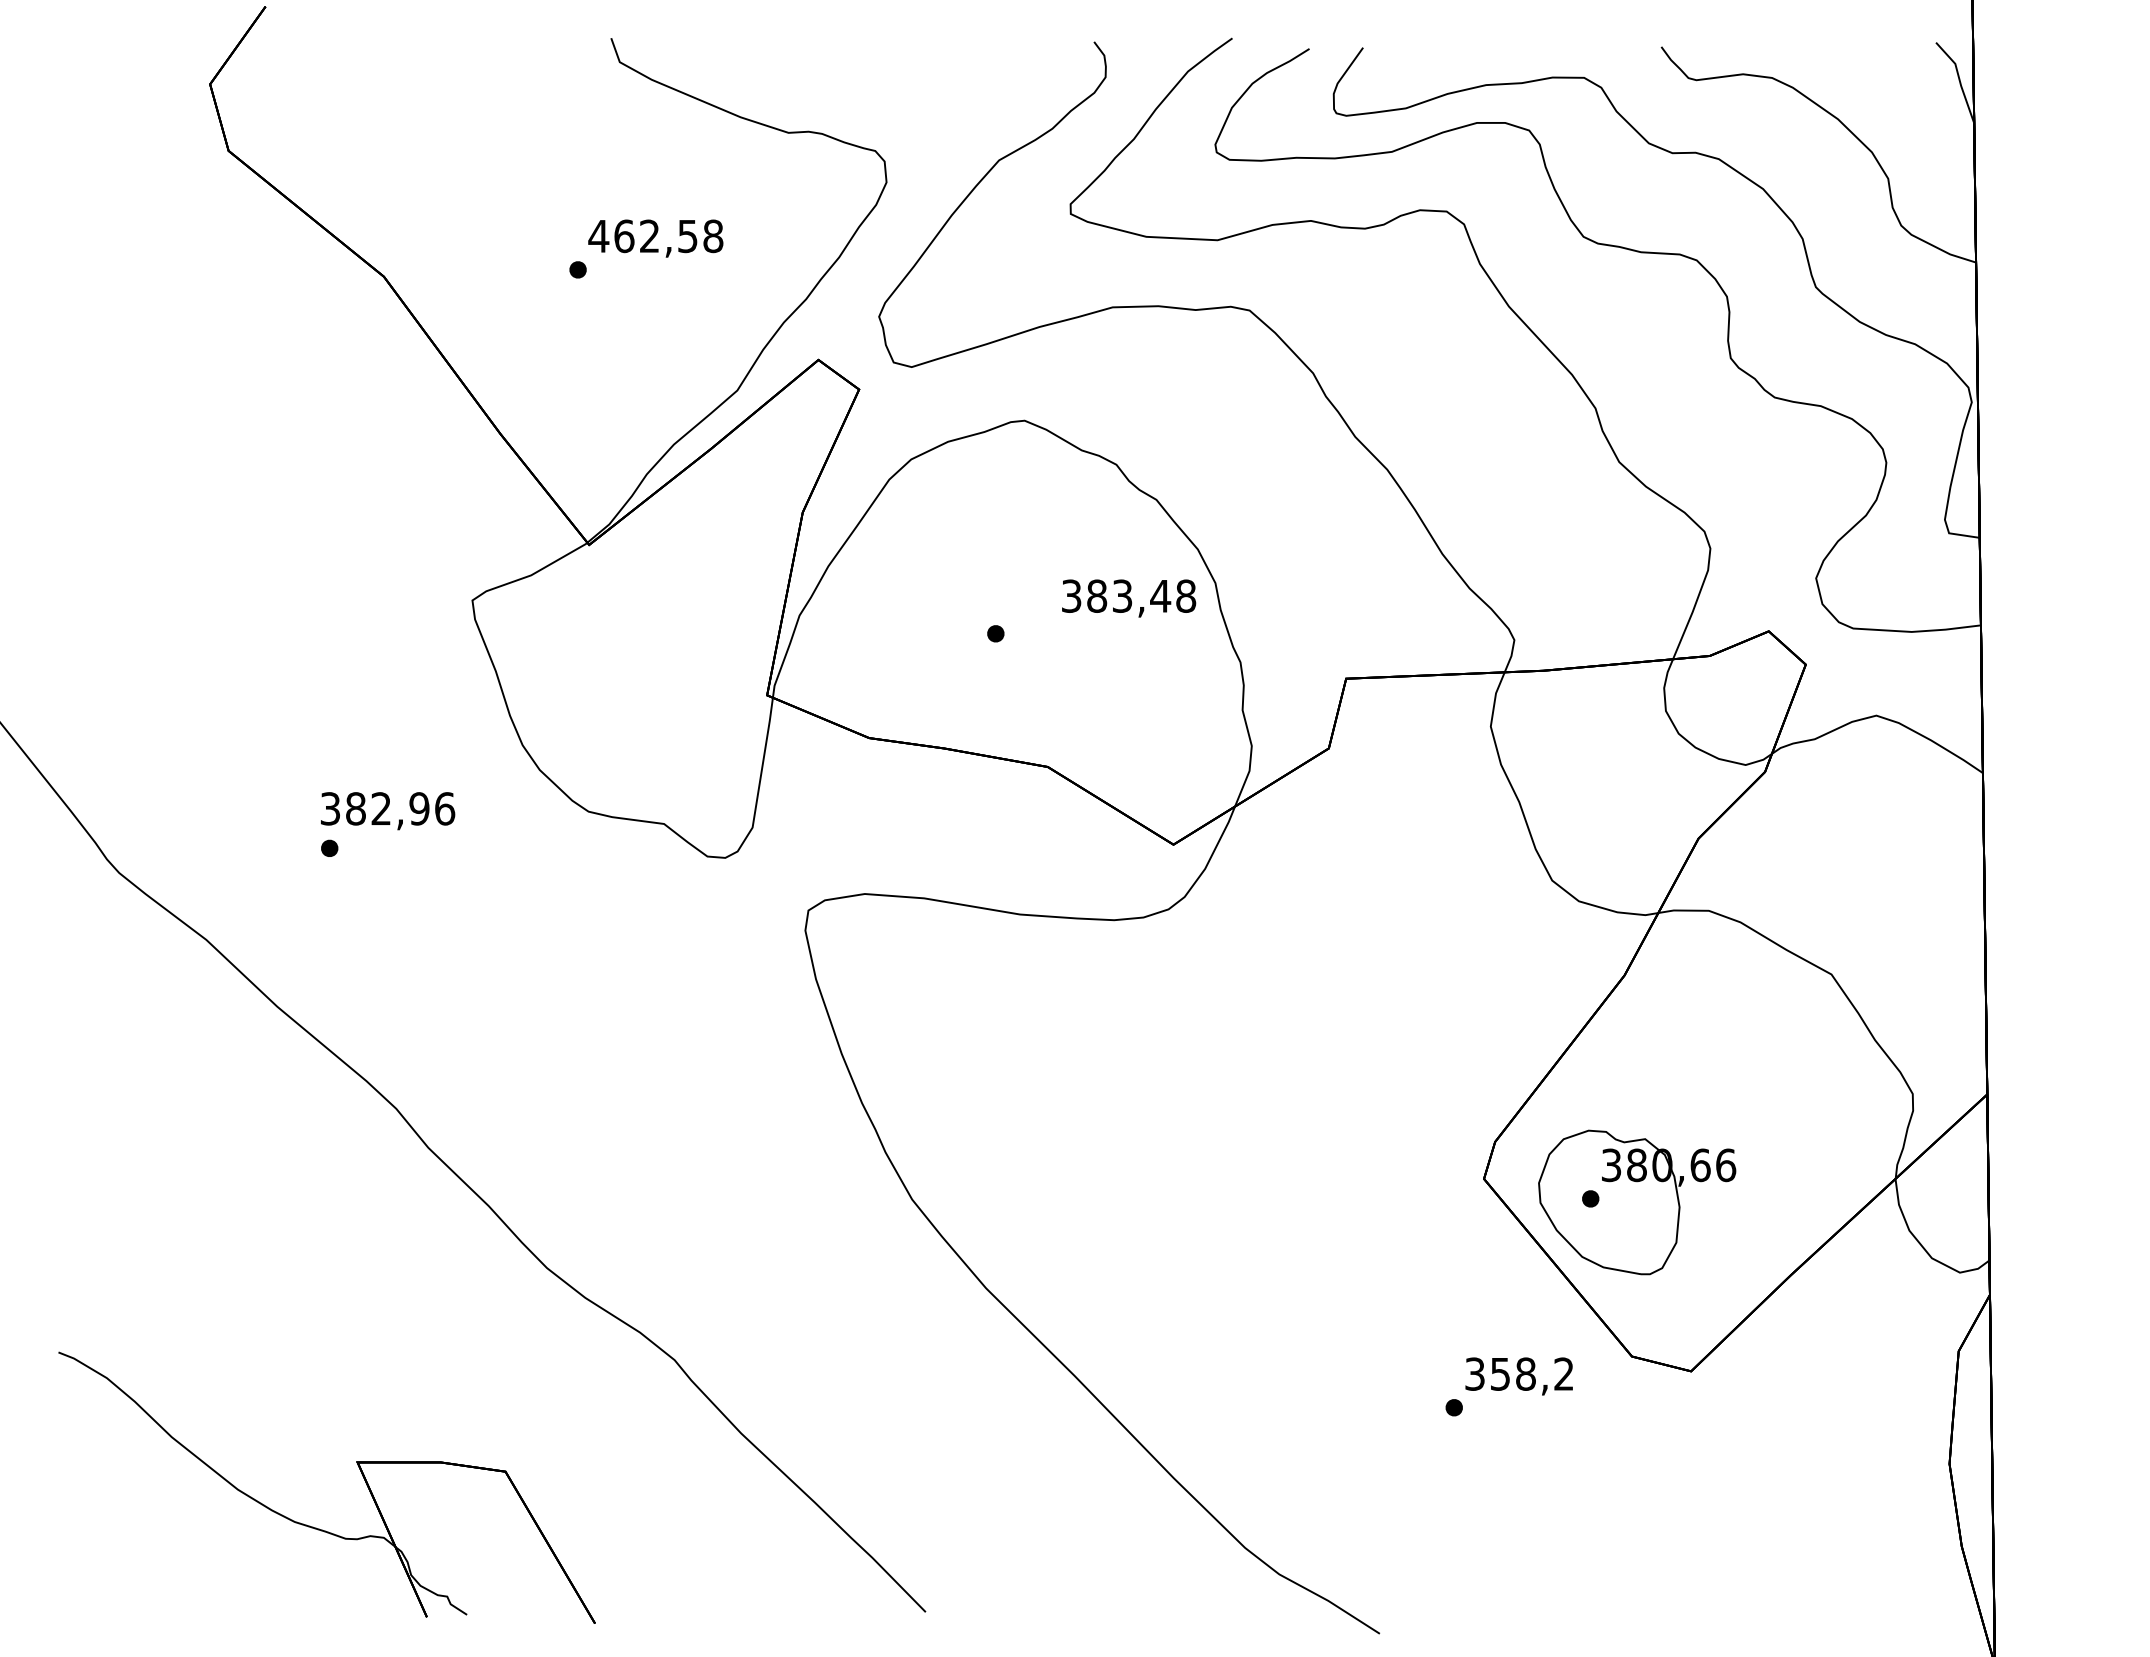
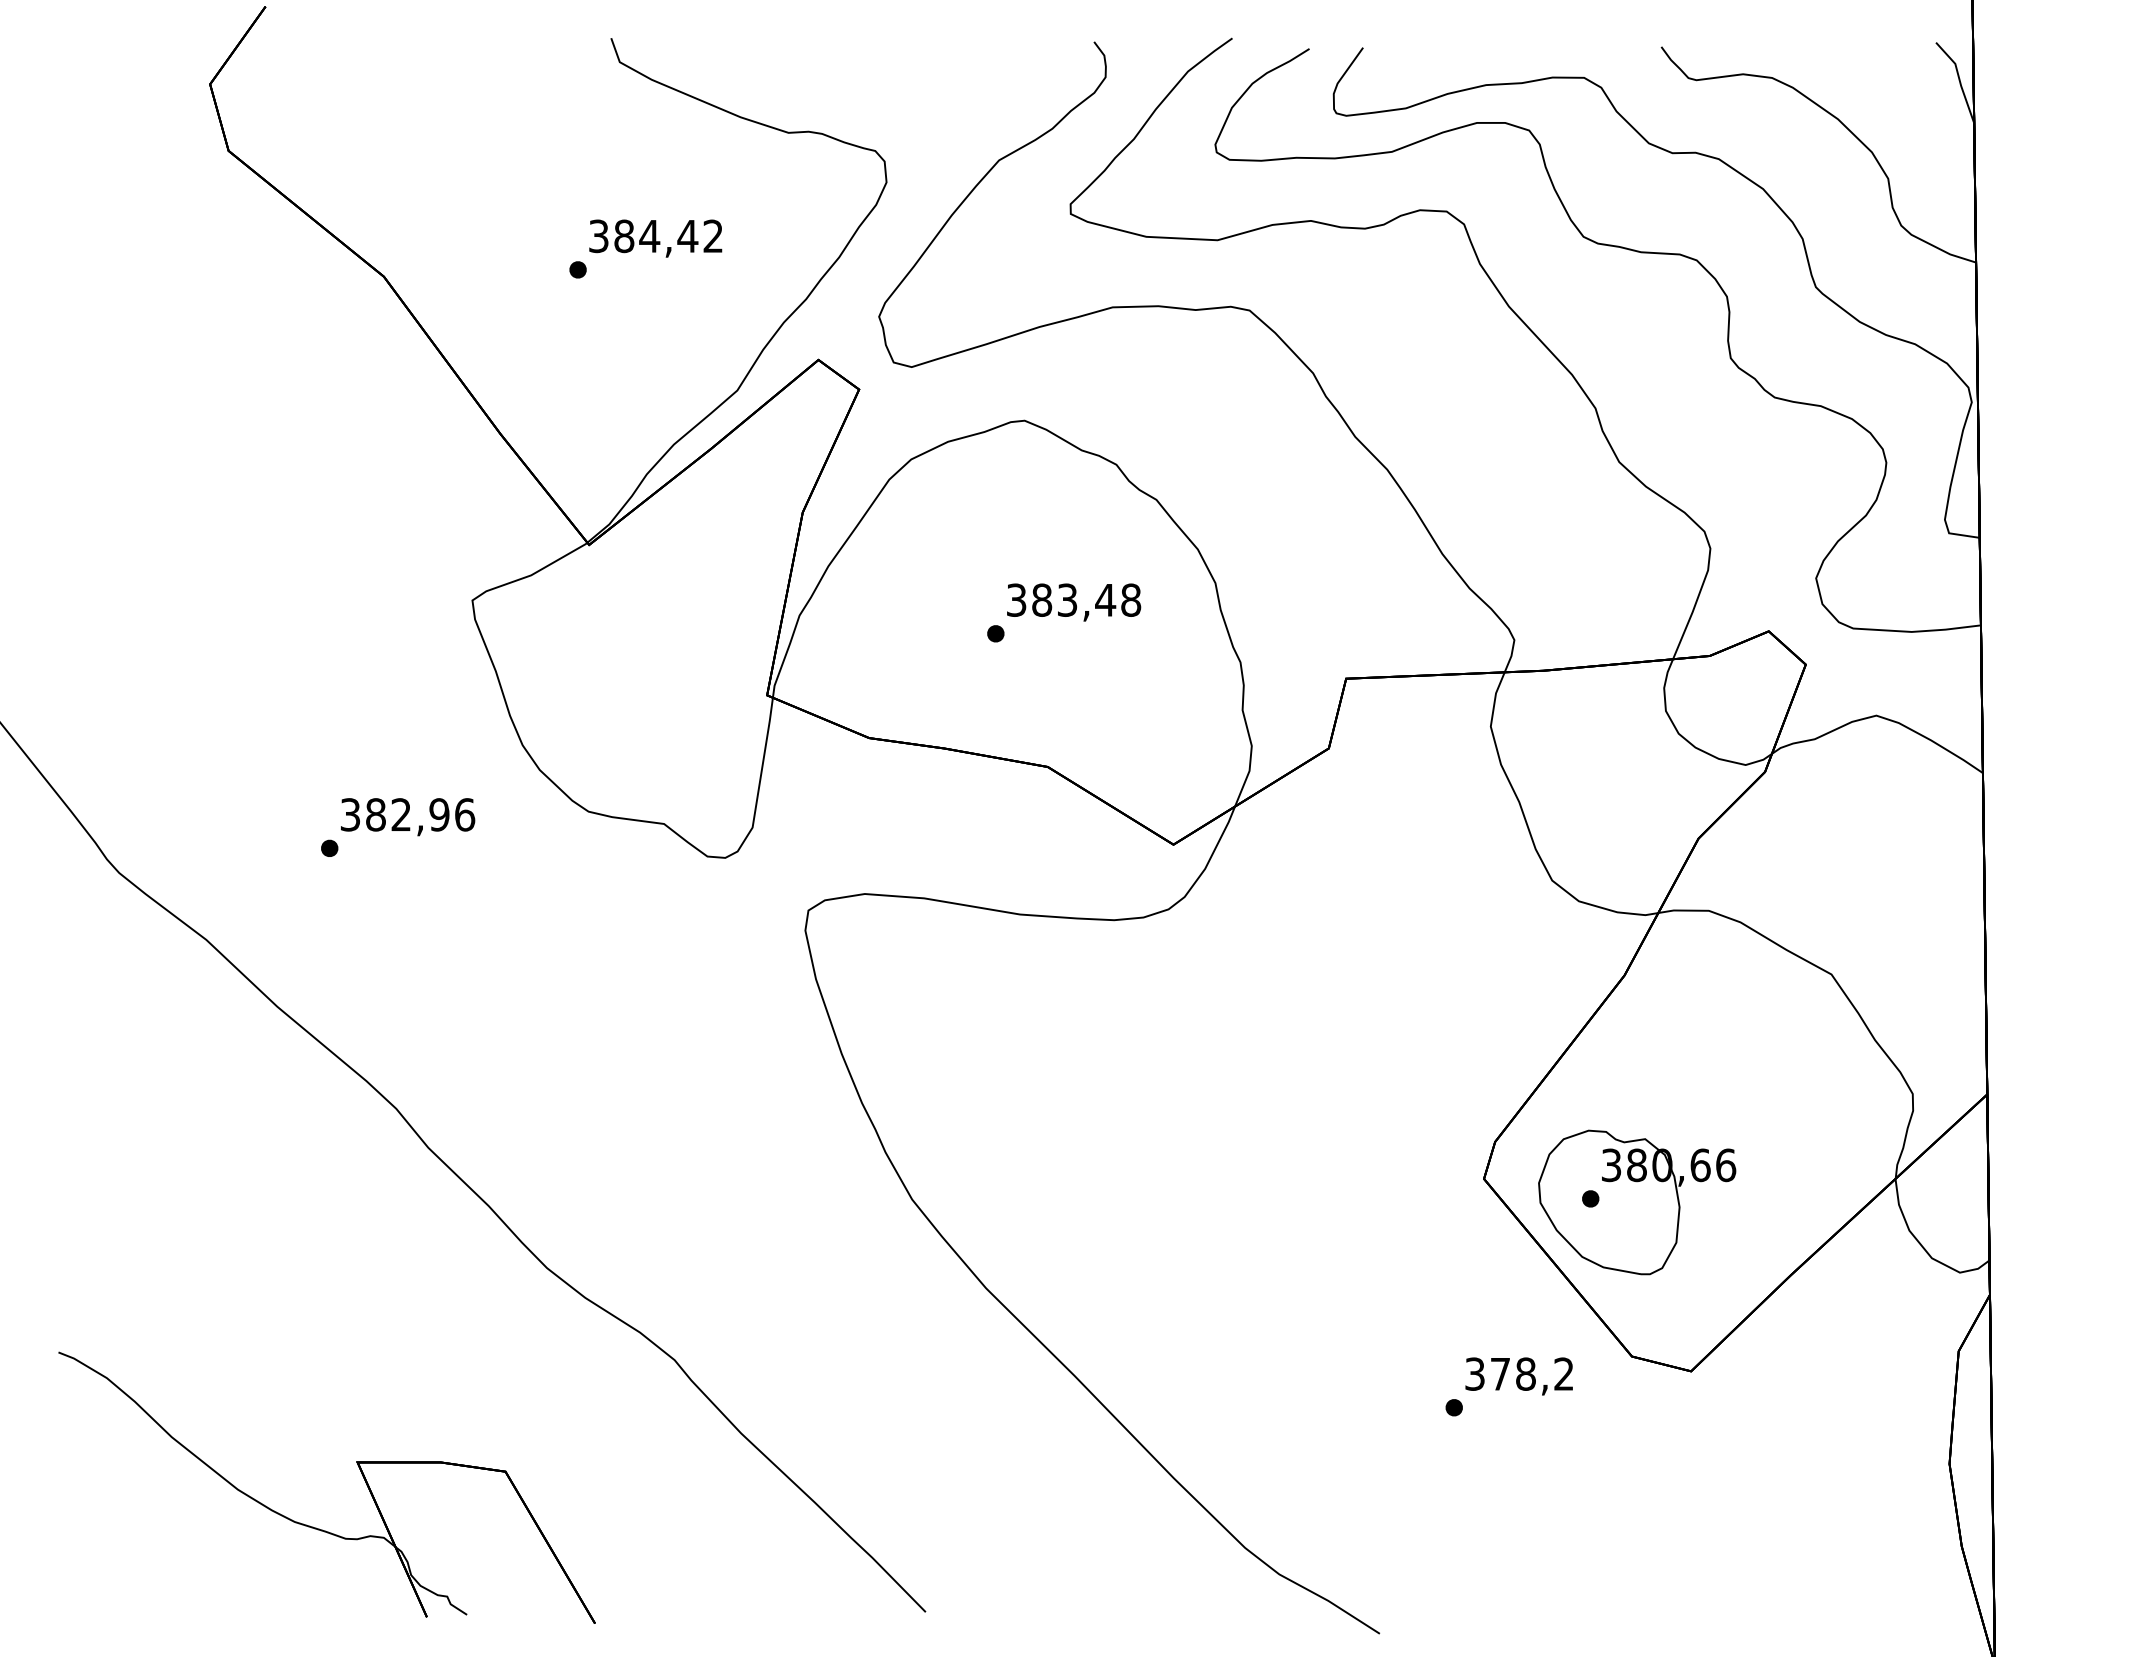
text at (655, 236): 462,58 -> 384,42
text at (1129, 598) position: (1129, 598) -> (1074, 602)
text at (388, 811) position: (388, 811) -> (408, 817)
text at (1500, 1374): 358,2 -> 378,2
